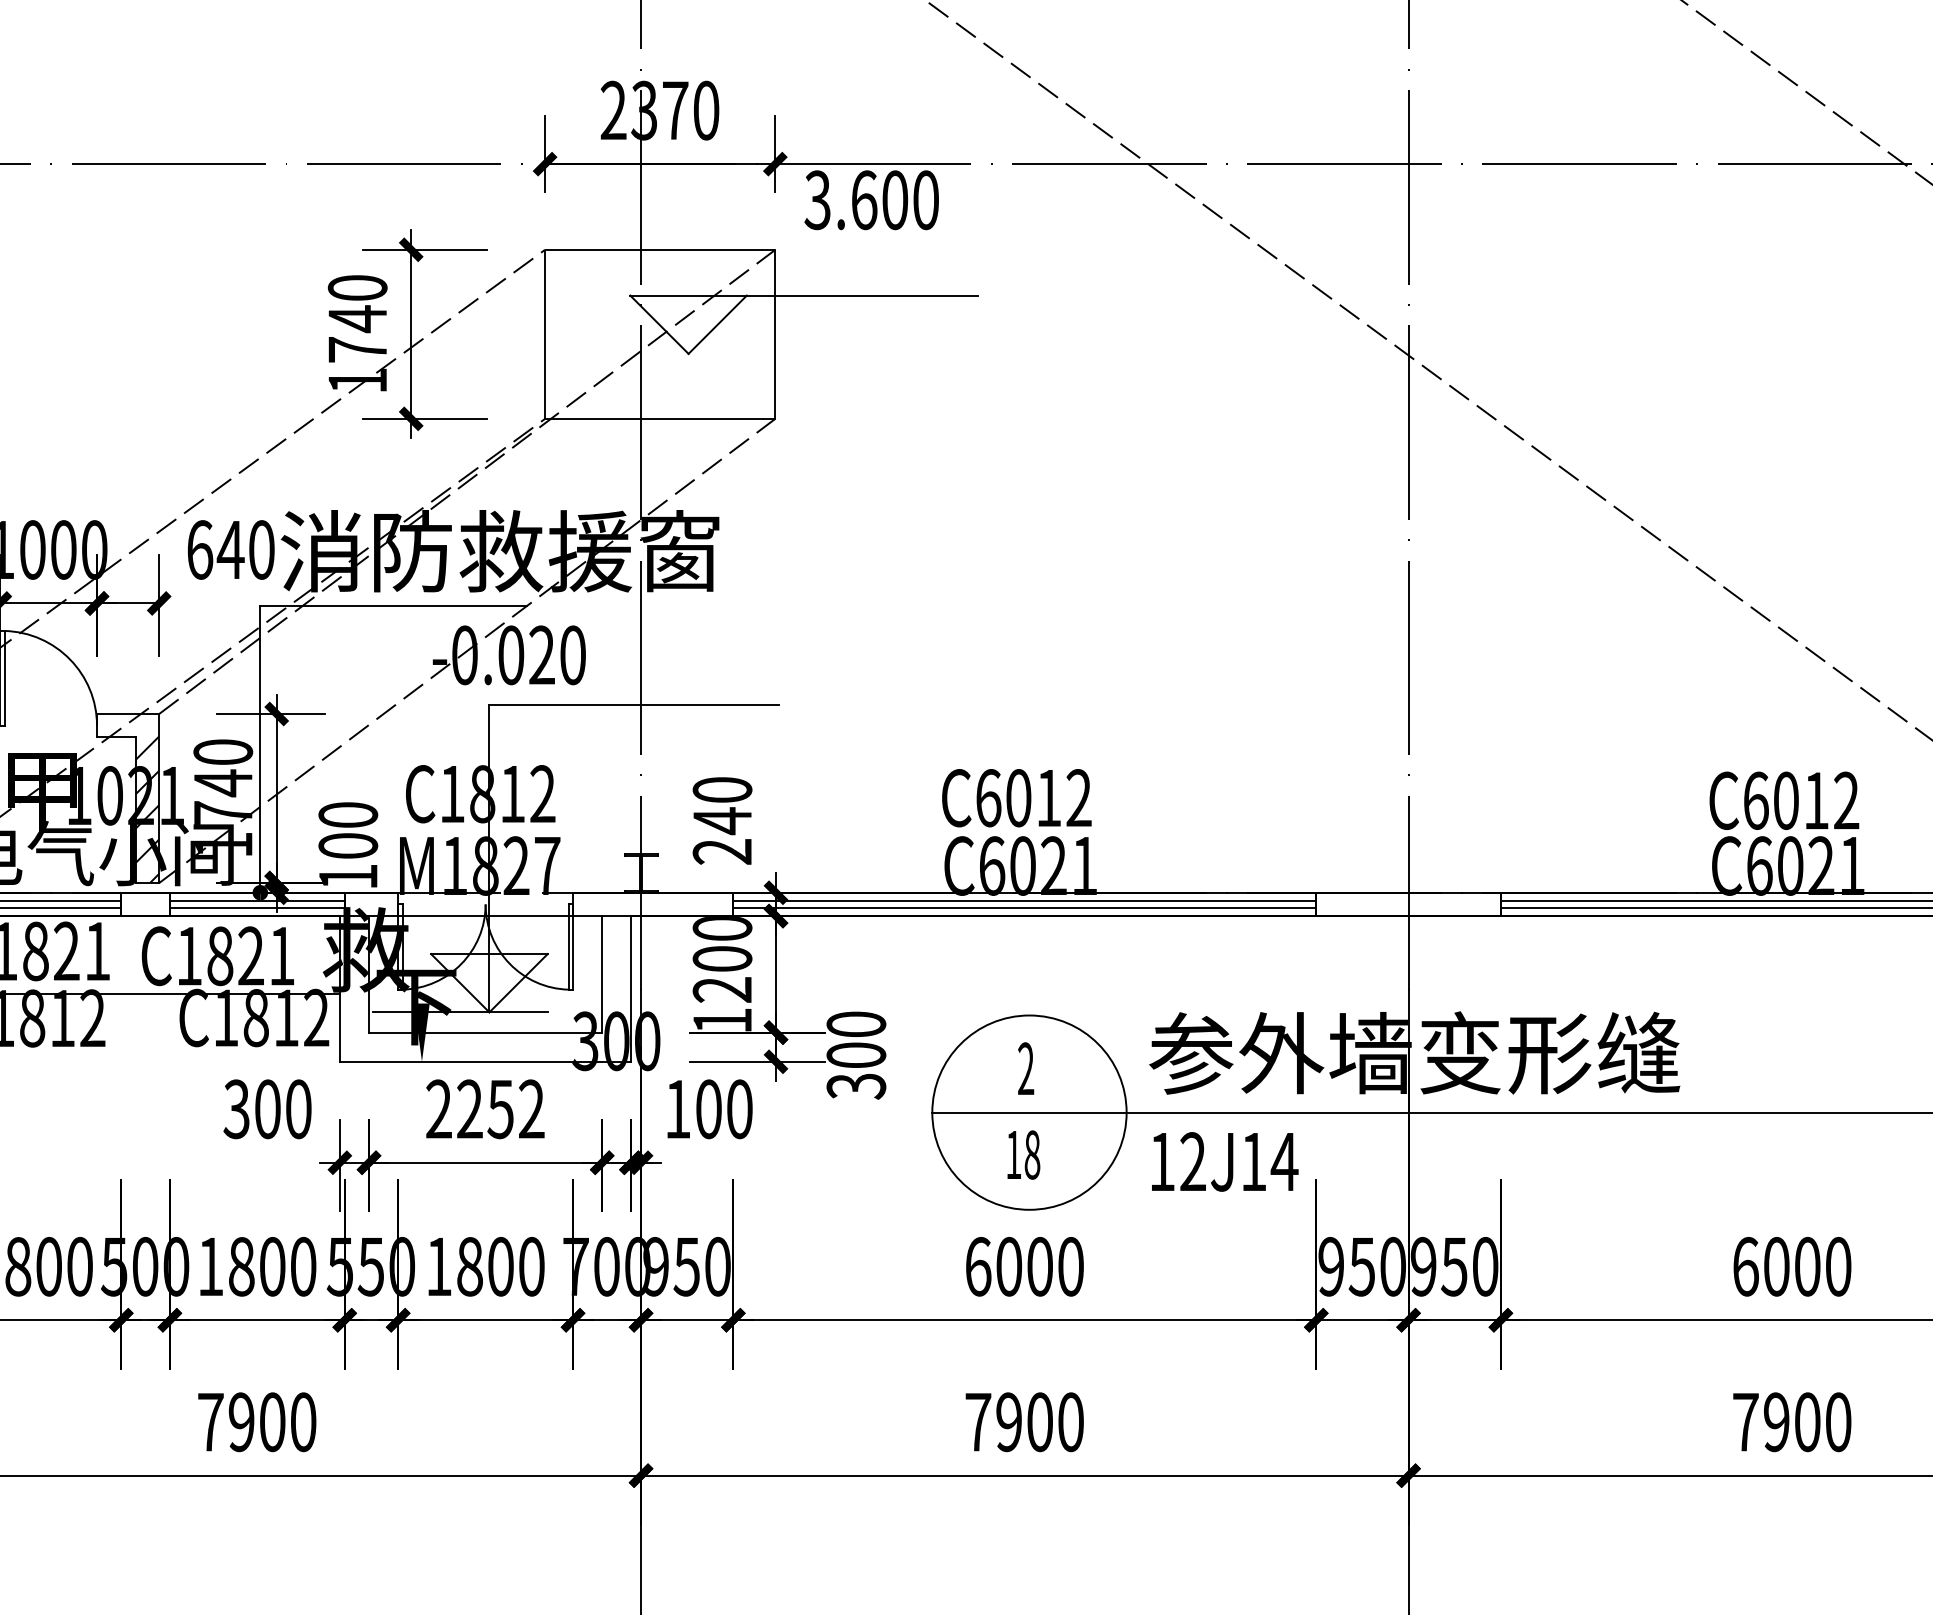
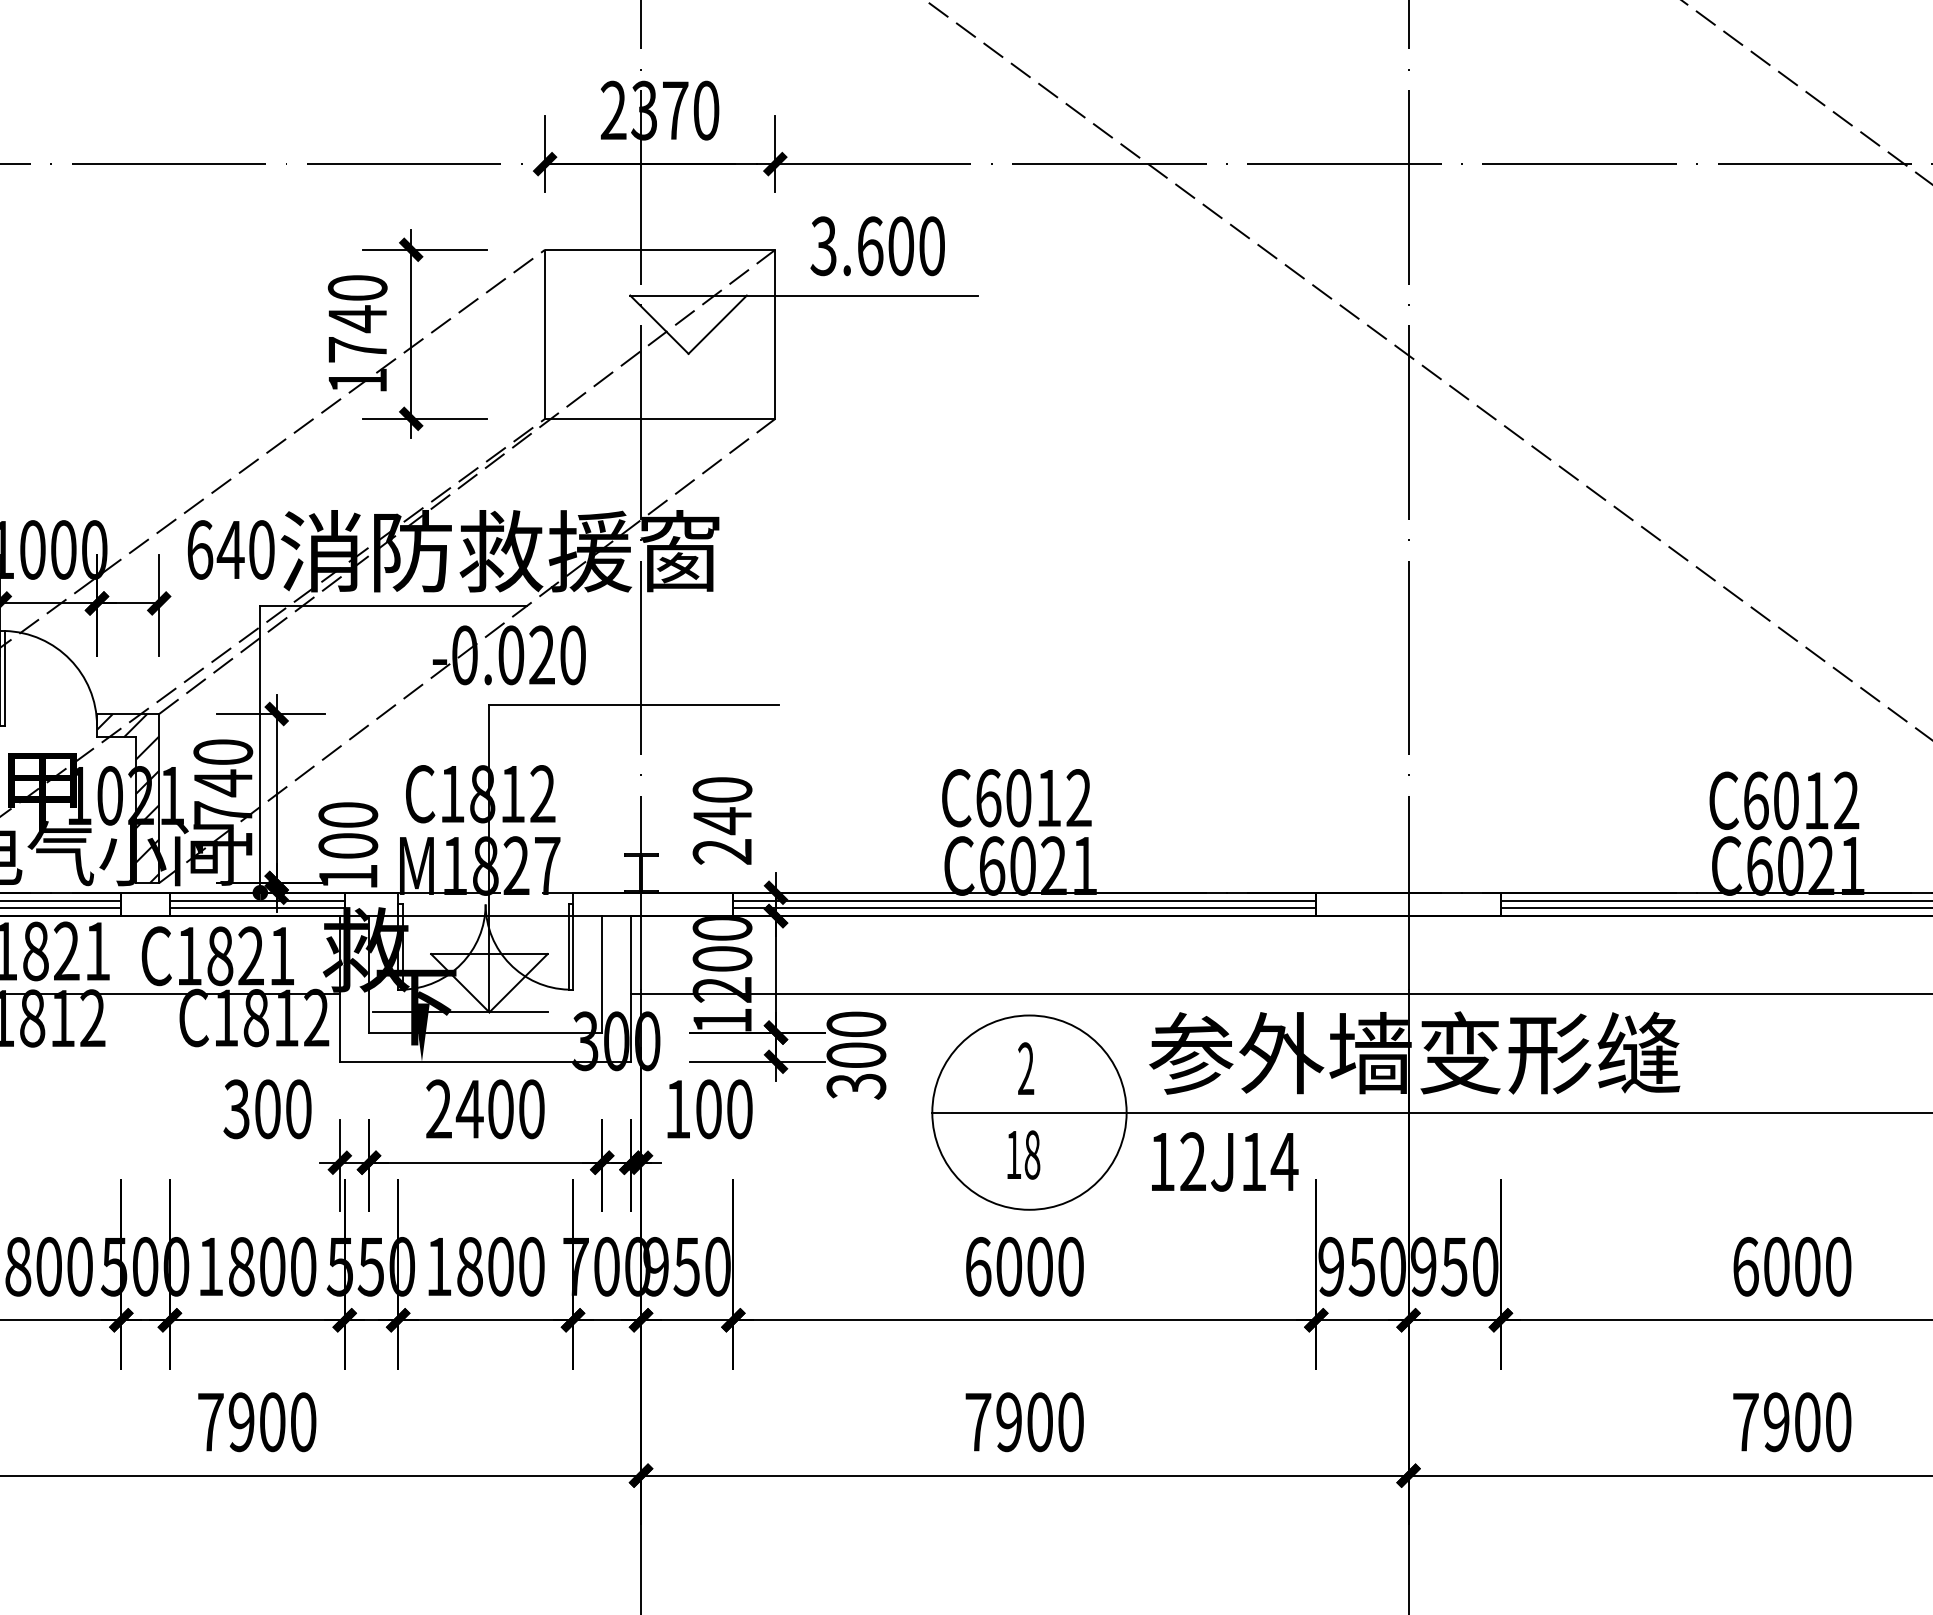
text at (871, 200) position: (871, 200) -> (877, 246)
hatch at (122, 725): none -> present
line at (1280, 993): none -> present
text at (499, 1109): 2252 -> 2400
